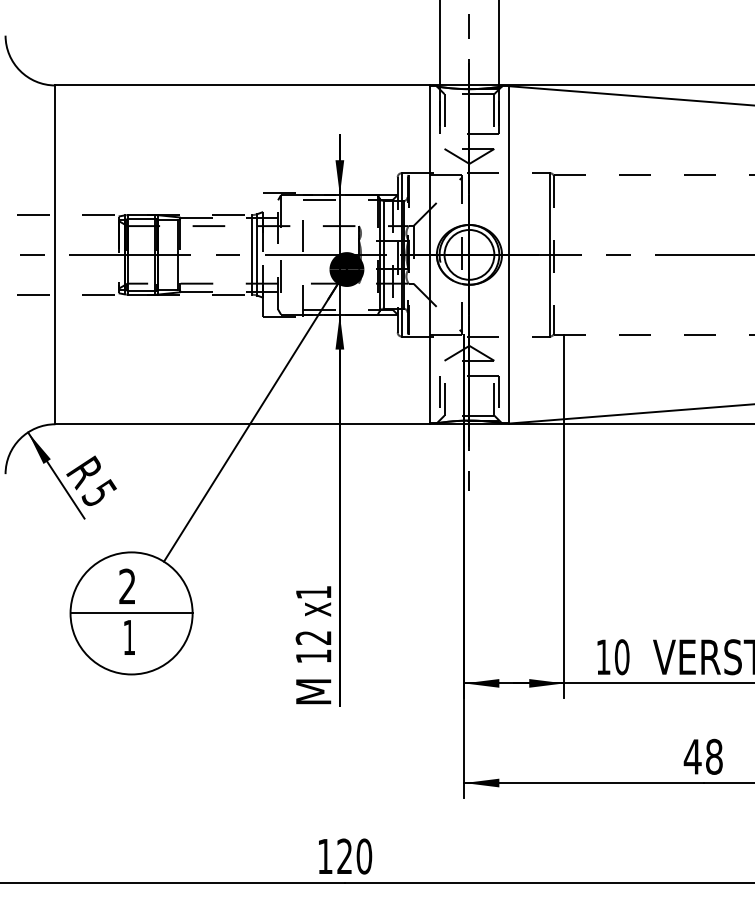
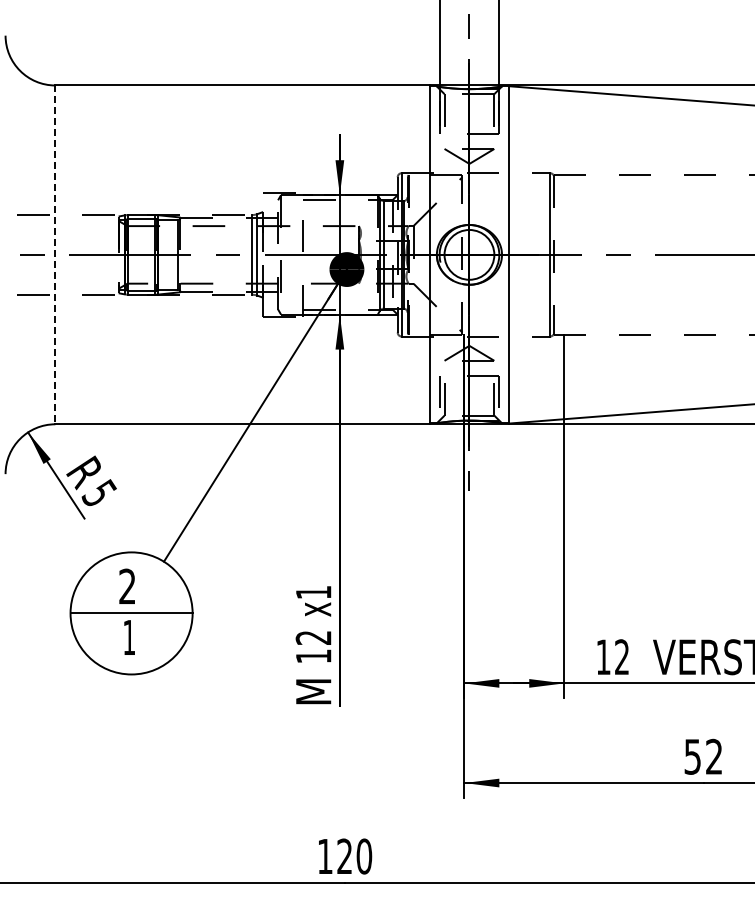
line at (55, 255): solid -> dashed
text at (621, 657): 10 -> 12
text at (702, 756): 48 -> 52
